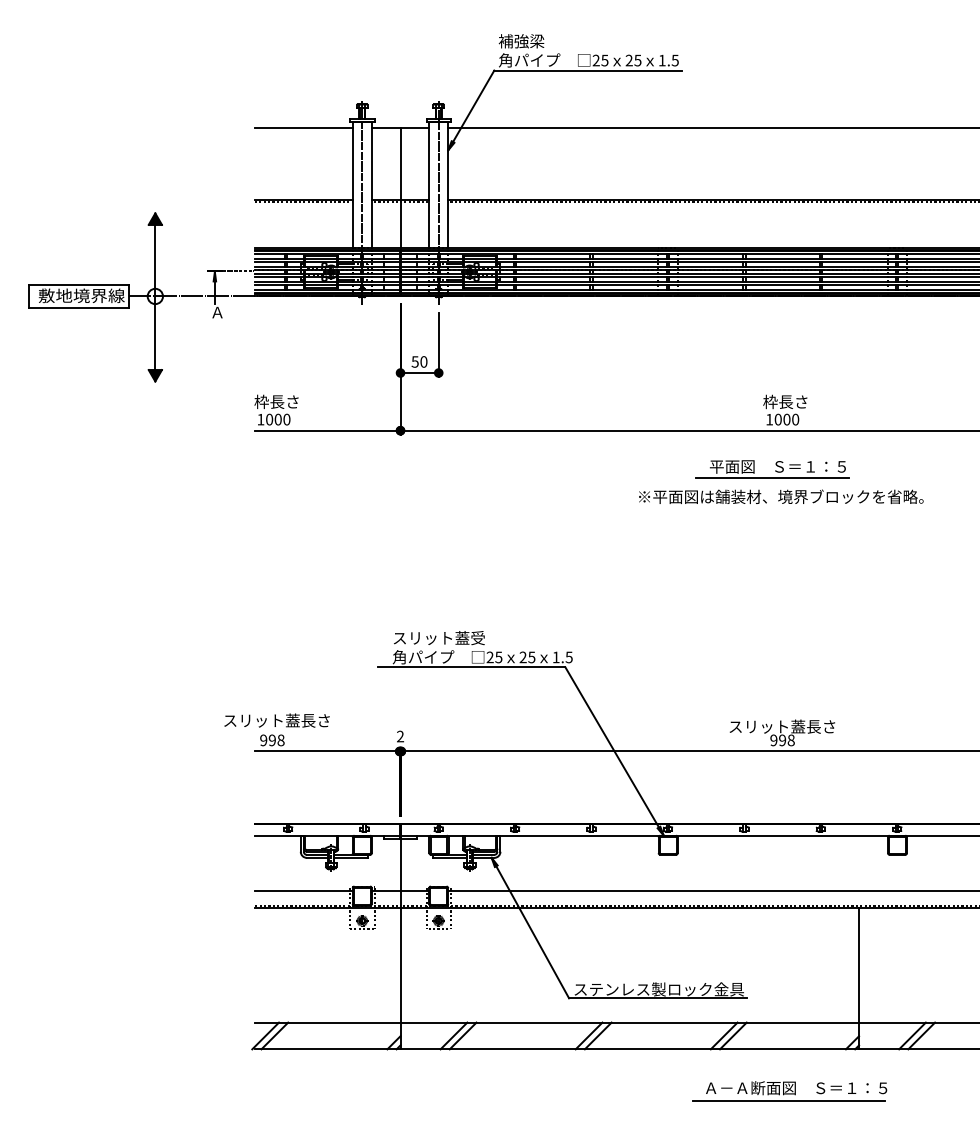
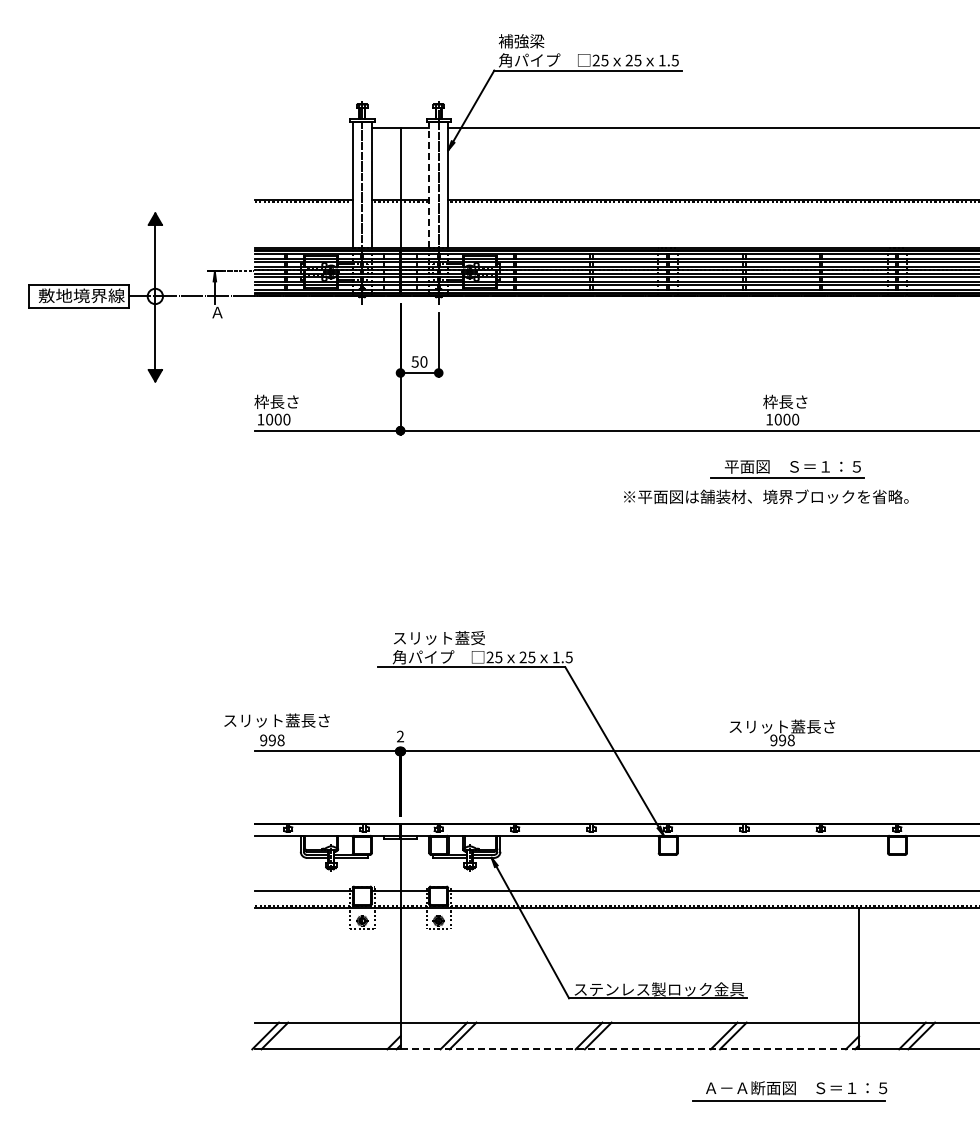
line at (303, 127): present -> none
line at (429, 184): solid -> dashed
part at (772, 469) position: (772, 469) -> (787, 469)
text at (781, 496) position: (781, 496) -> (766, 496)
line at (630, 1049): solid -> dashed
